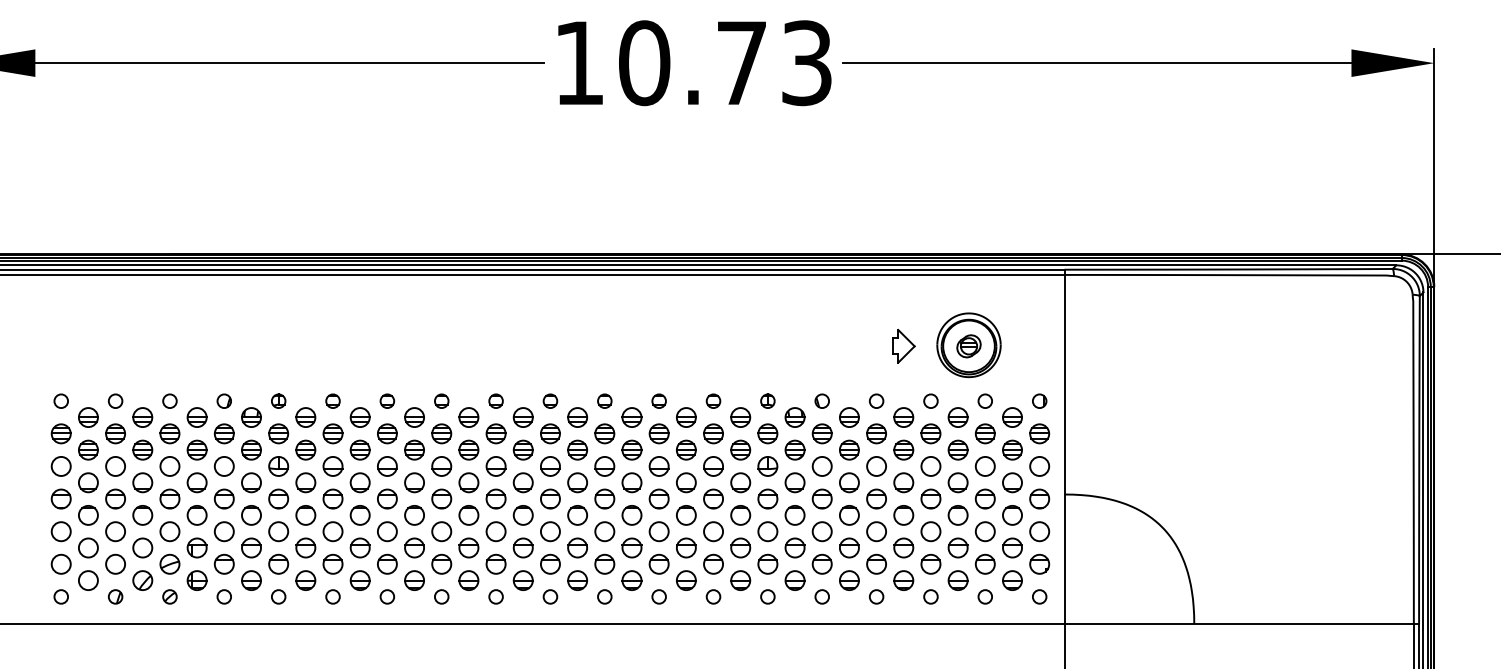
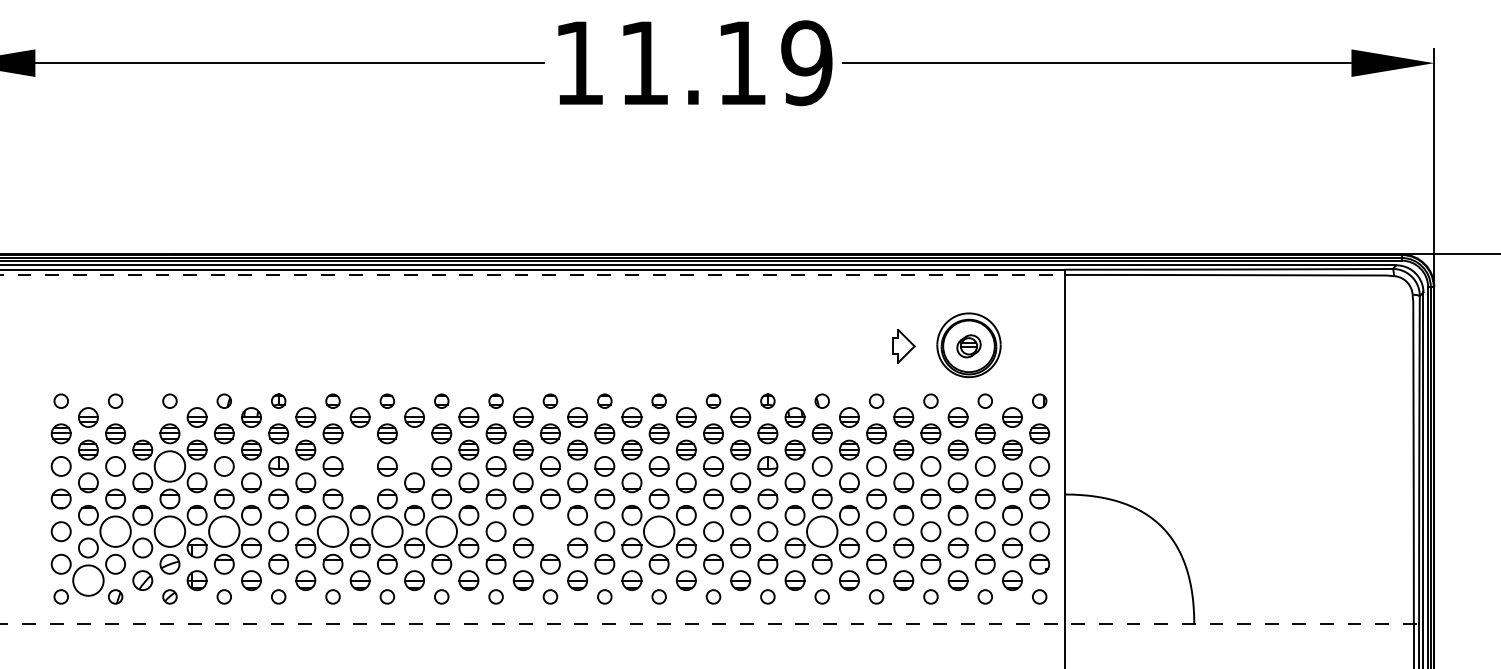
text at (725, 63): 10.73 -> 11.19
line at (532, 274): solid -> dashed
part at (142, 417): present -> none
part at (359, 449): present -> none
part at (414, 449): present -> none
circle at (169, 465) diameter: 19 px -> 30 px
part at (359, 482): present -> none
circle at (115, 531) diameter: 19 px -> 30 px
circle at (169, 531) diameter: 19 px -> 30 px
circle at (223, 531) diameter: 19 px -> 30 px
circle at (332, 531) diameter: 19 px -> 30 px
circle at (386, 531) diameter: 19 px -> 30 px
circle at (441, 531) diameter: 19 px -> 30 px
circle at (550, 531): present -> none
circle at (658, 531) diameter: 19 px -> 30 px
circle at (821, 531) diameter: 19 px -> 30 px
circle at (87, 580) diameter: 19 px -> 30 px
line at (710, 624): solid -> dashed
